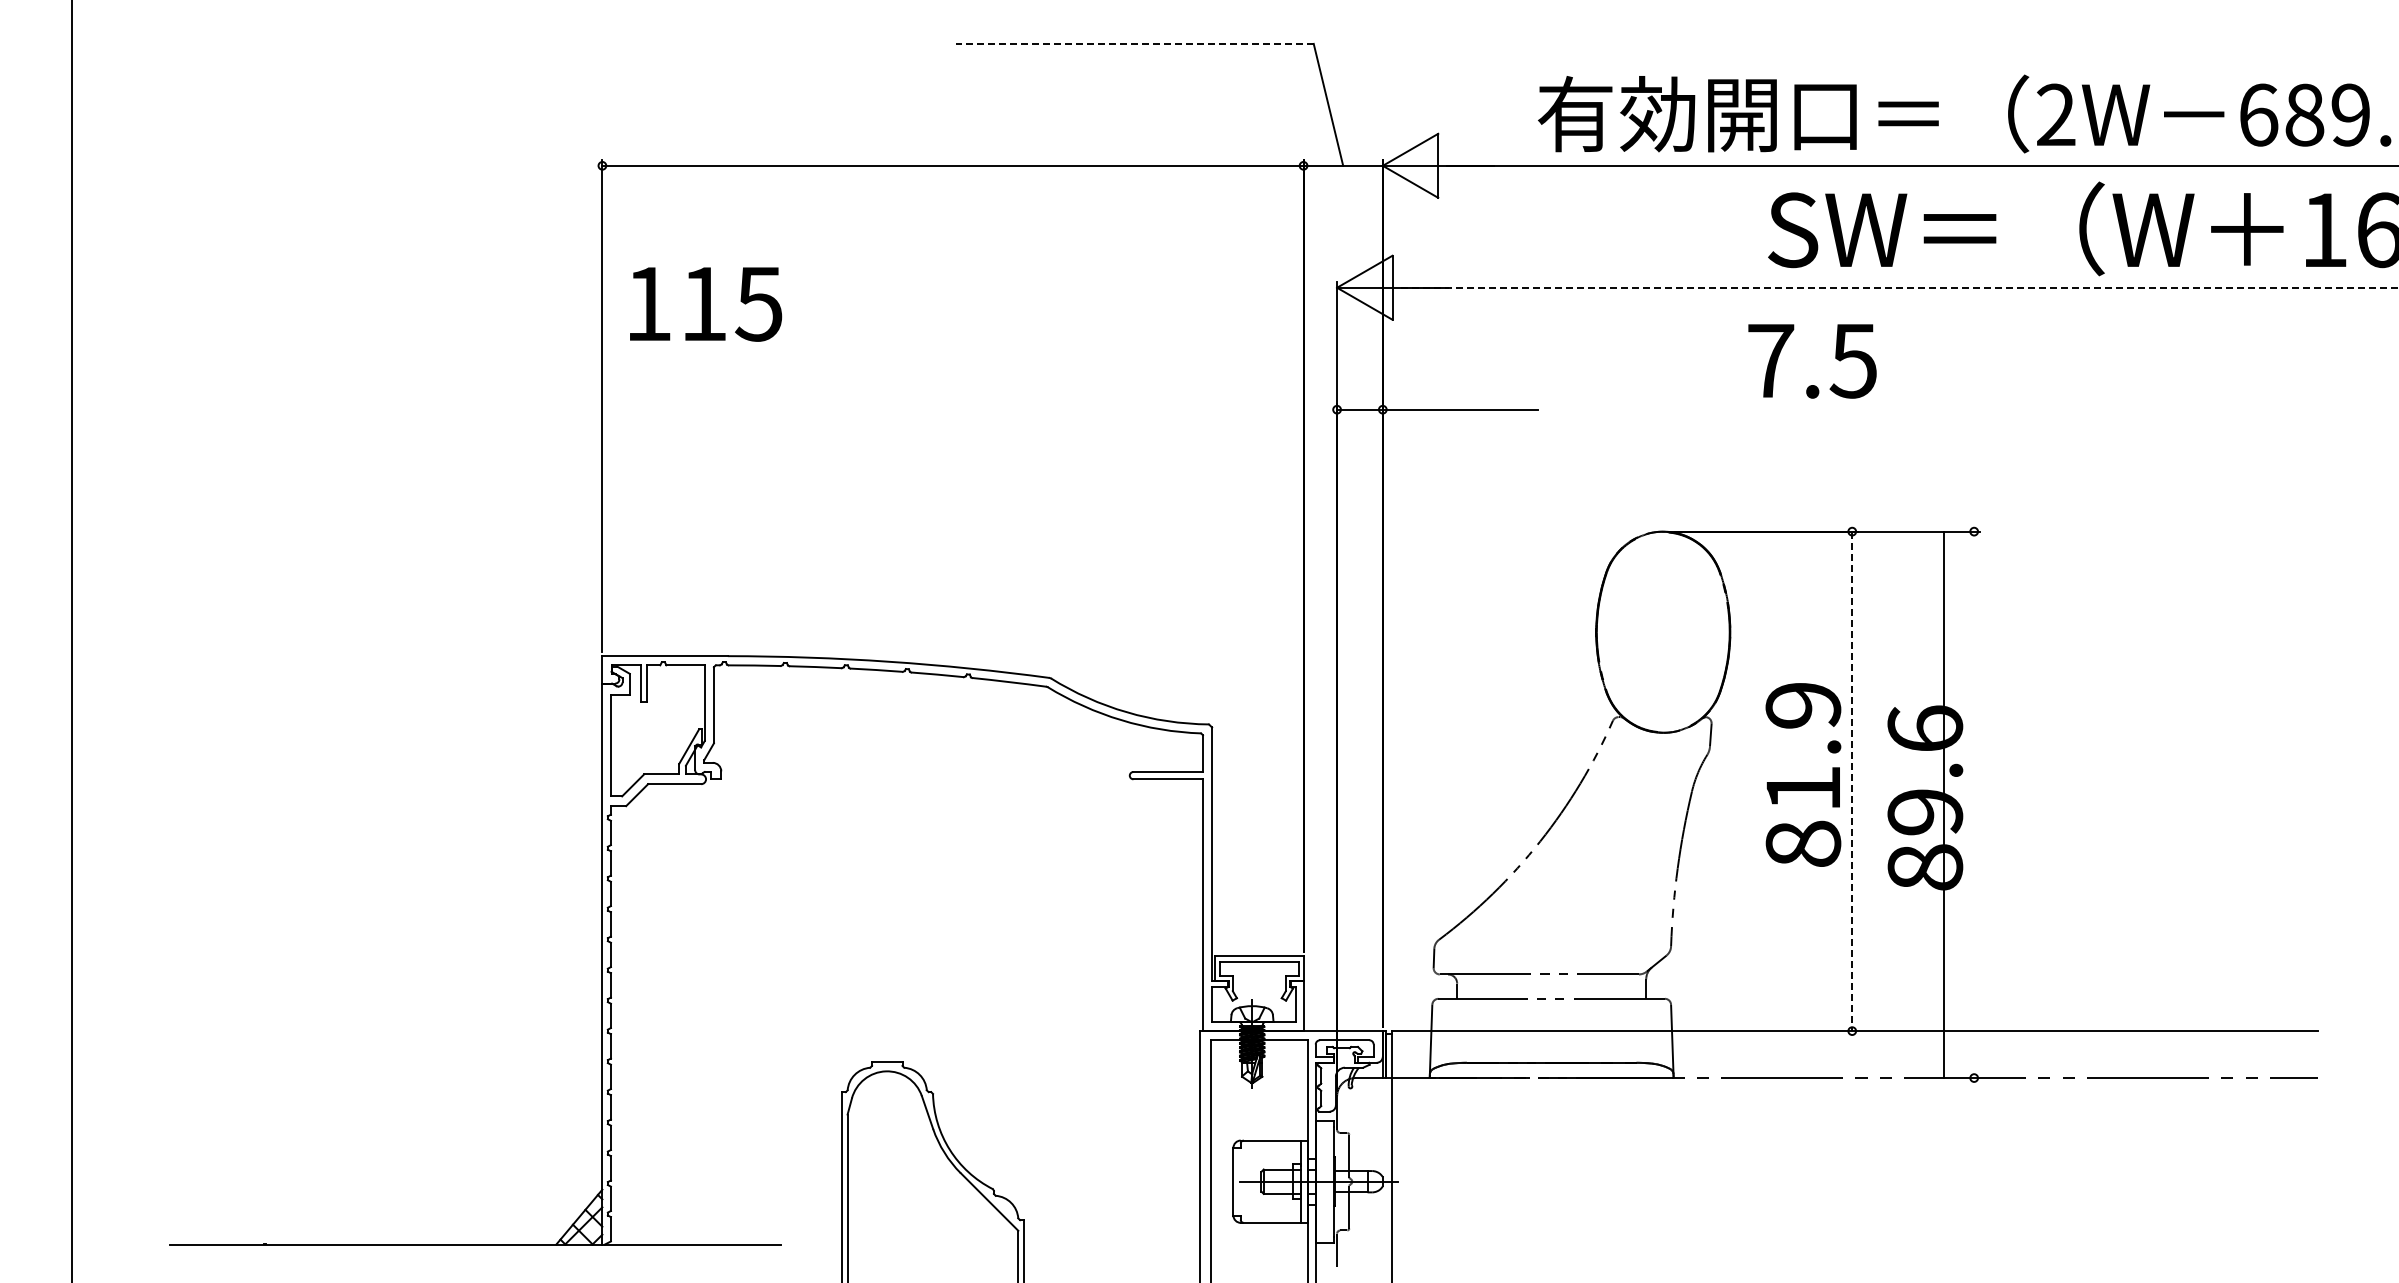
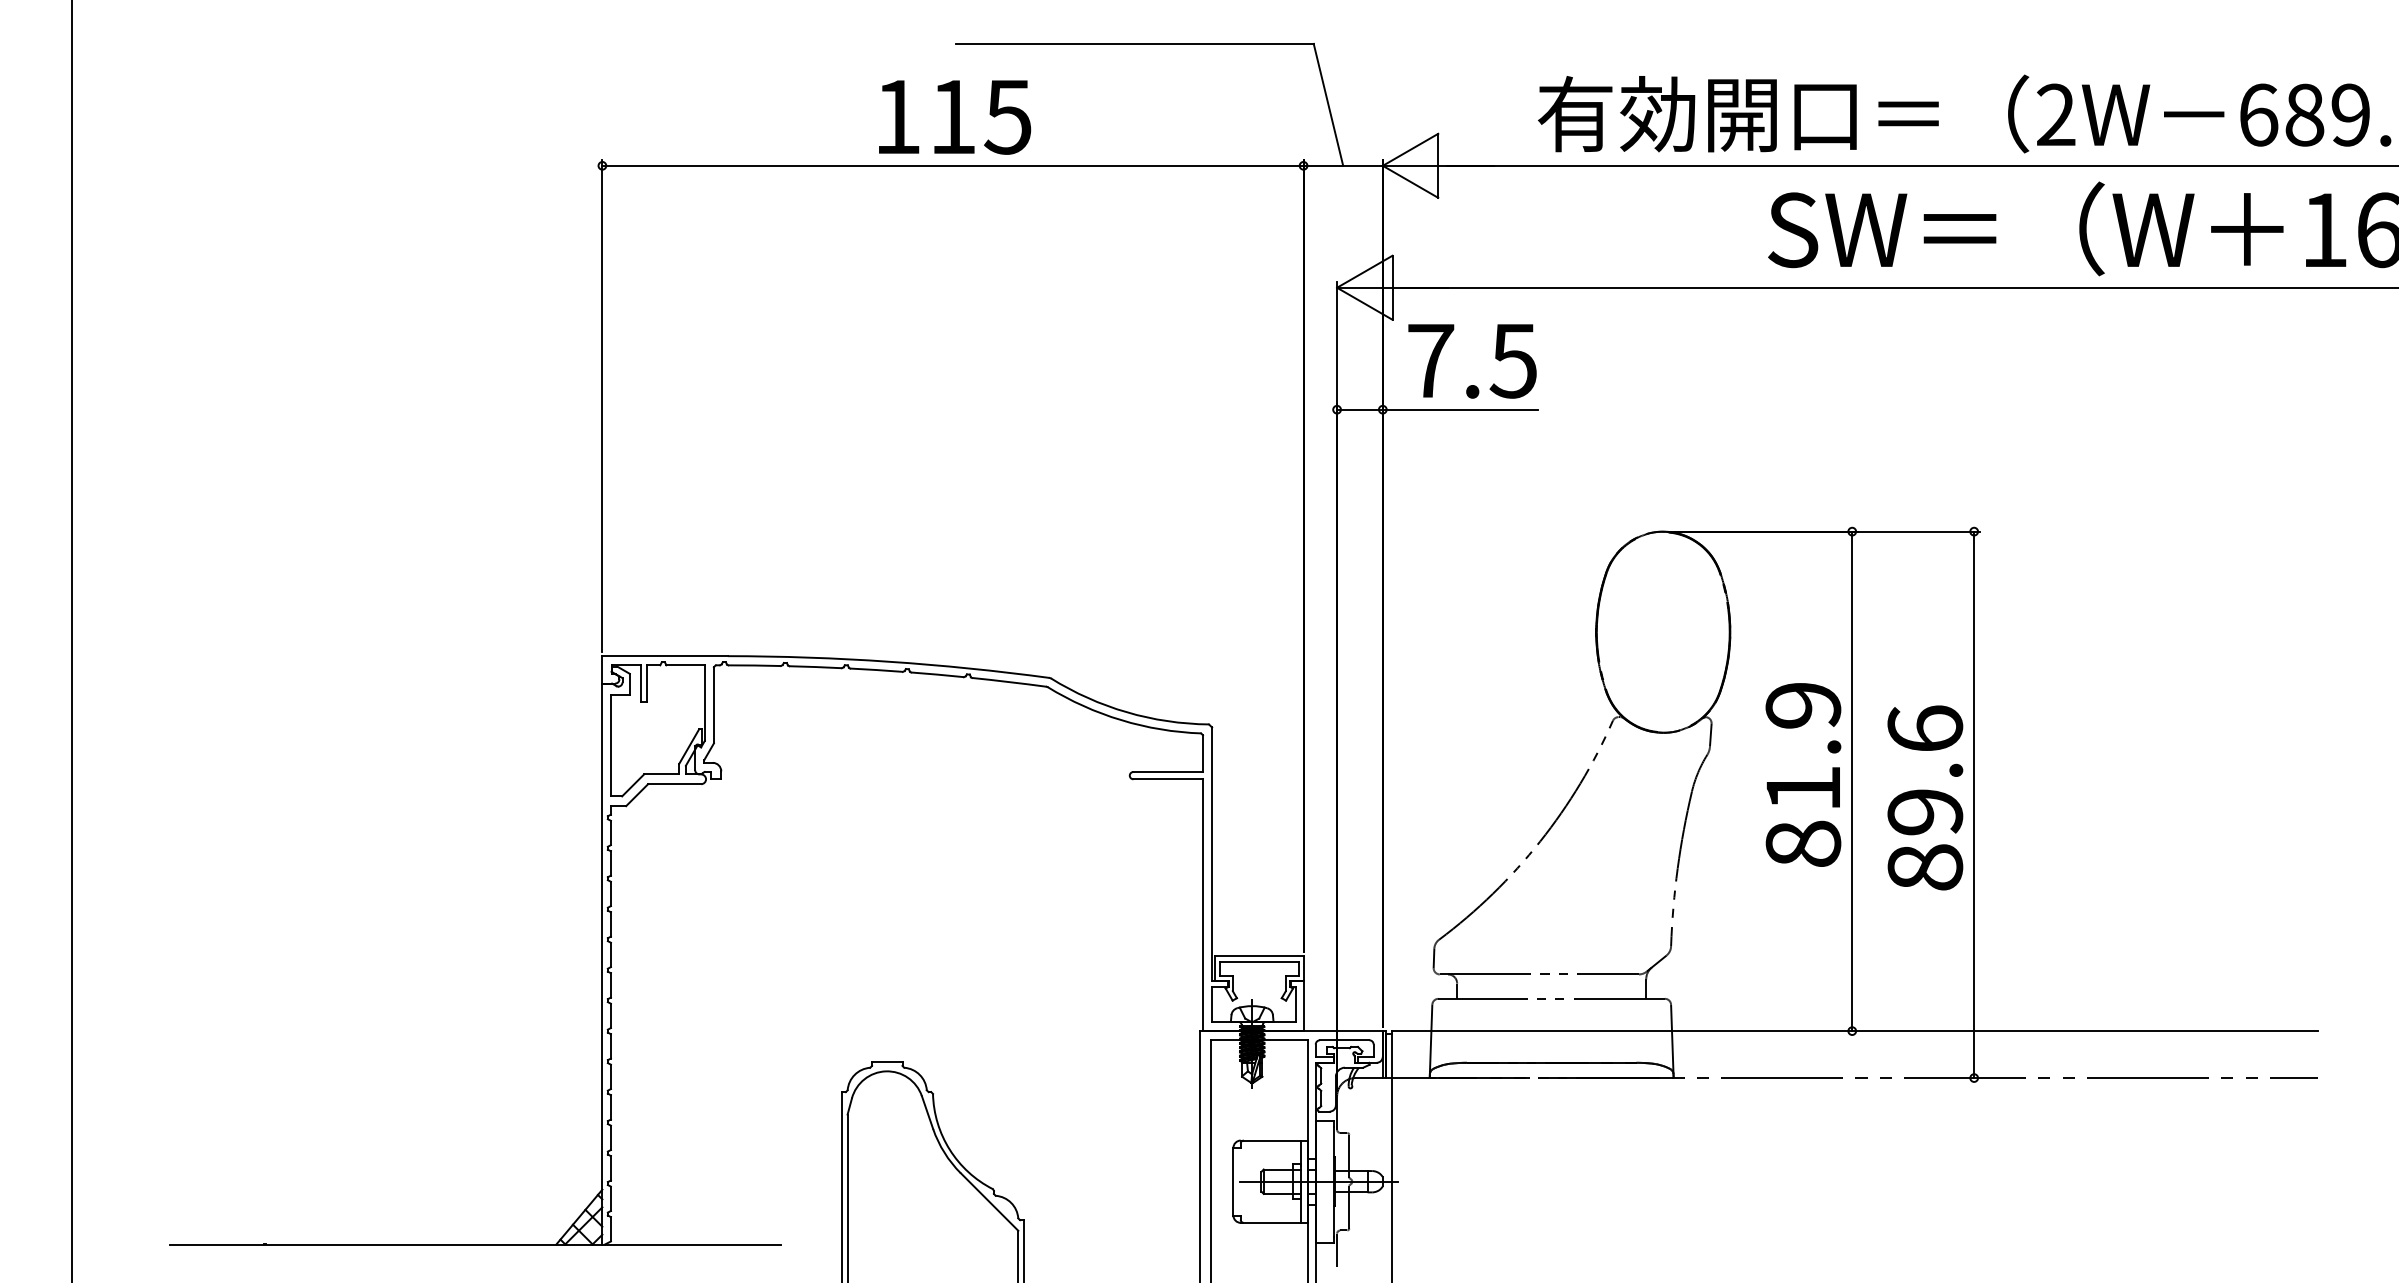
line at (1134, 43): dashed -> solid
line at (1899, 287): dashed -> solid
text at (706, 304) position: (706, 304) -> (955, 117)
text at (1812, 361) position: (1812, 361) -> (1472, 361)
line at (1852, 781): dashed -> solid
line at (1944, 804) position: (1944, 804) -> (1974, 804)
